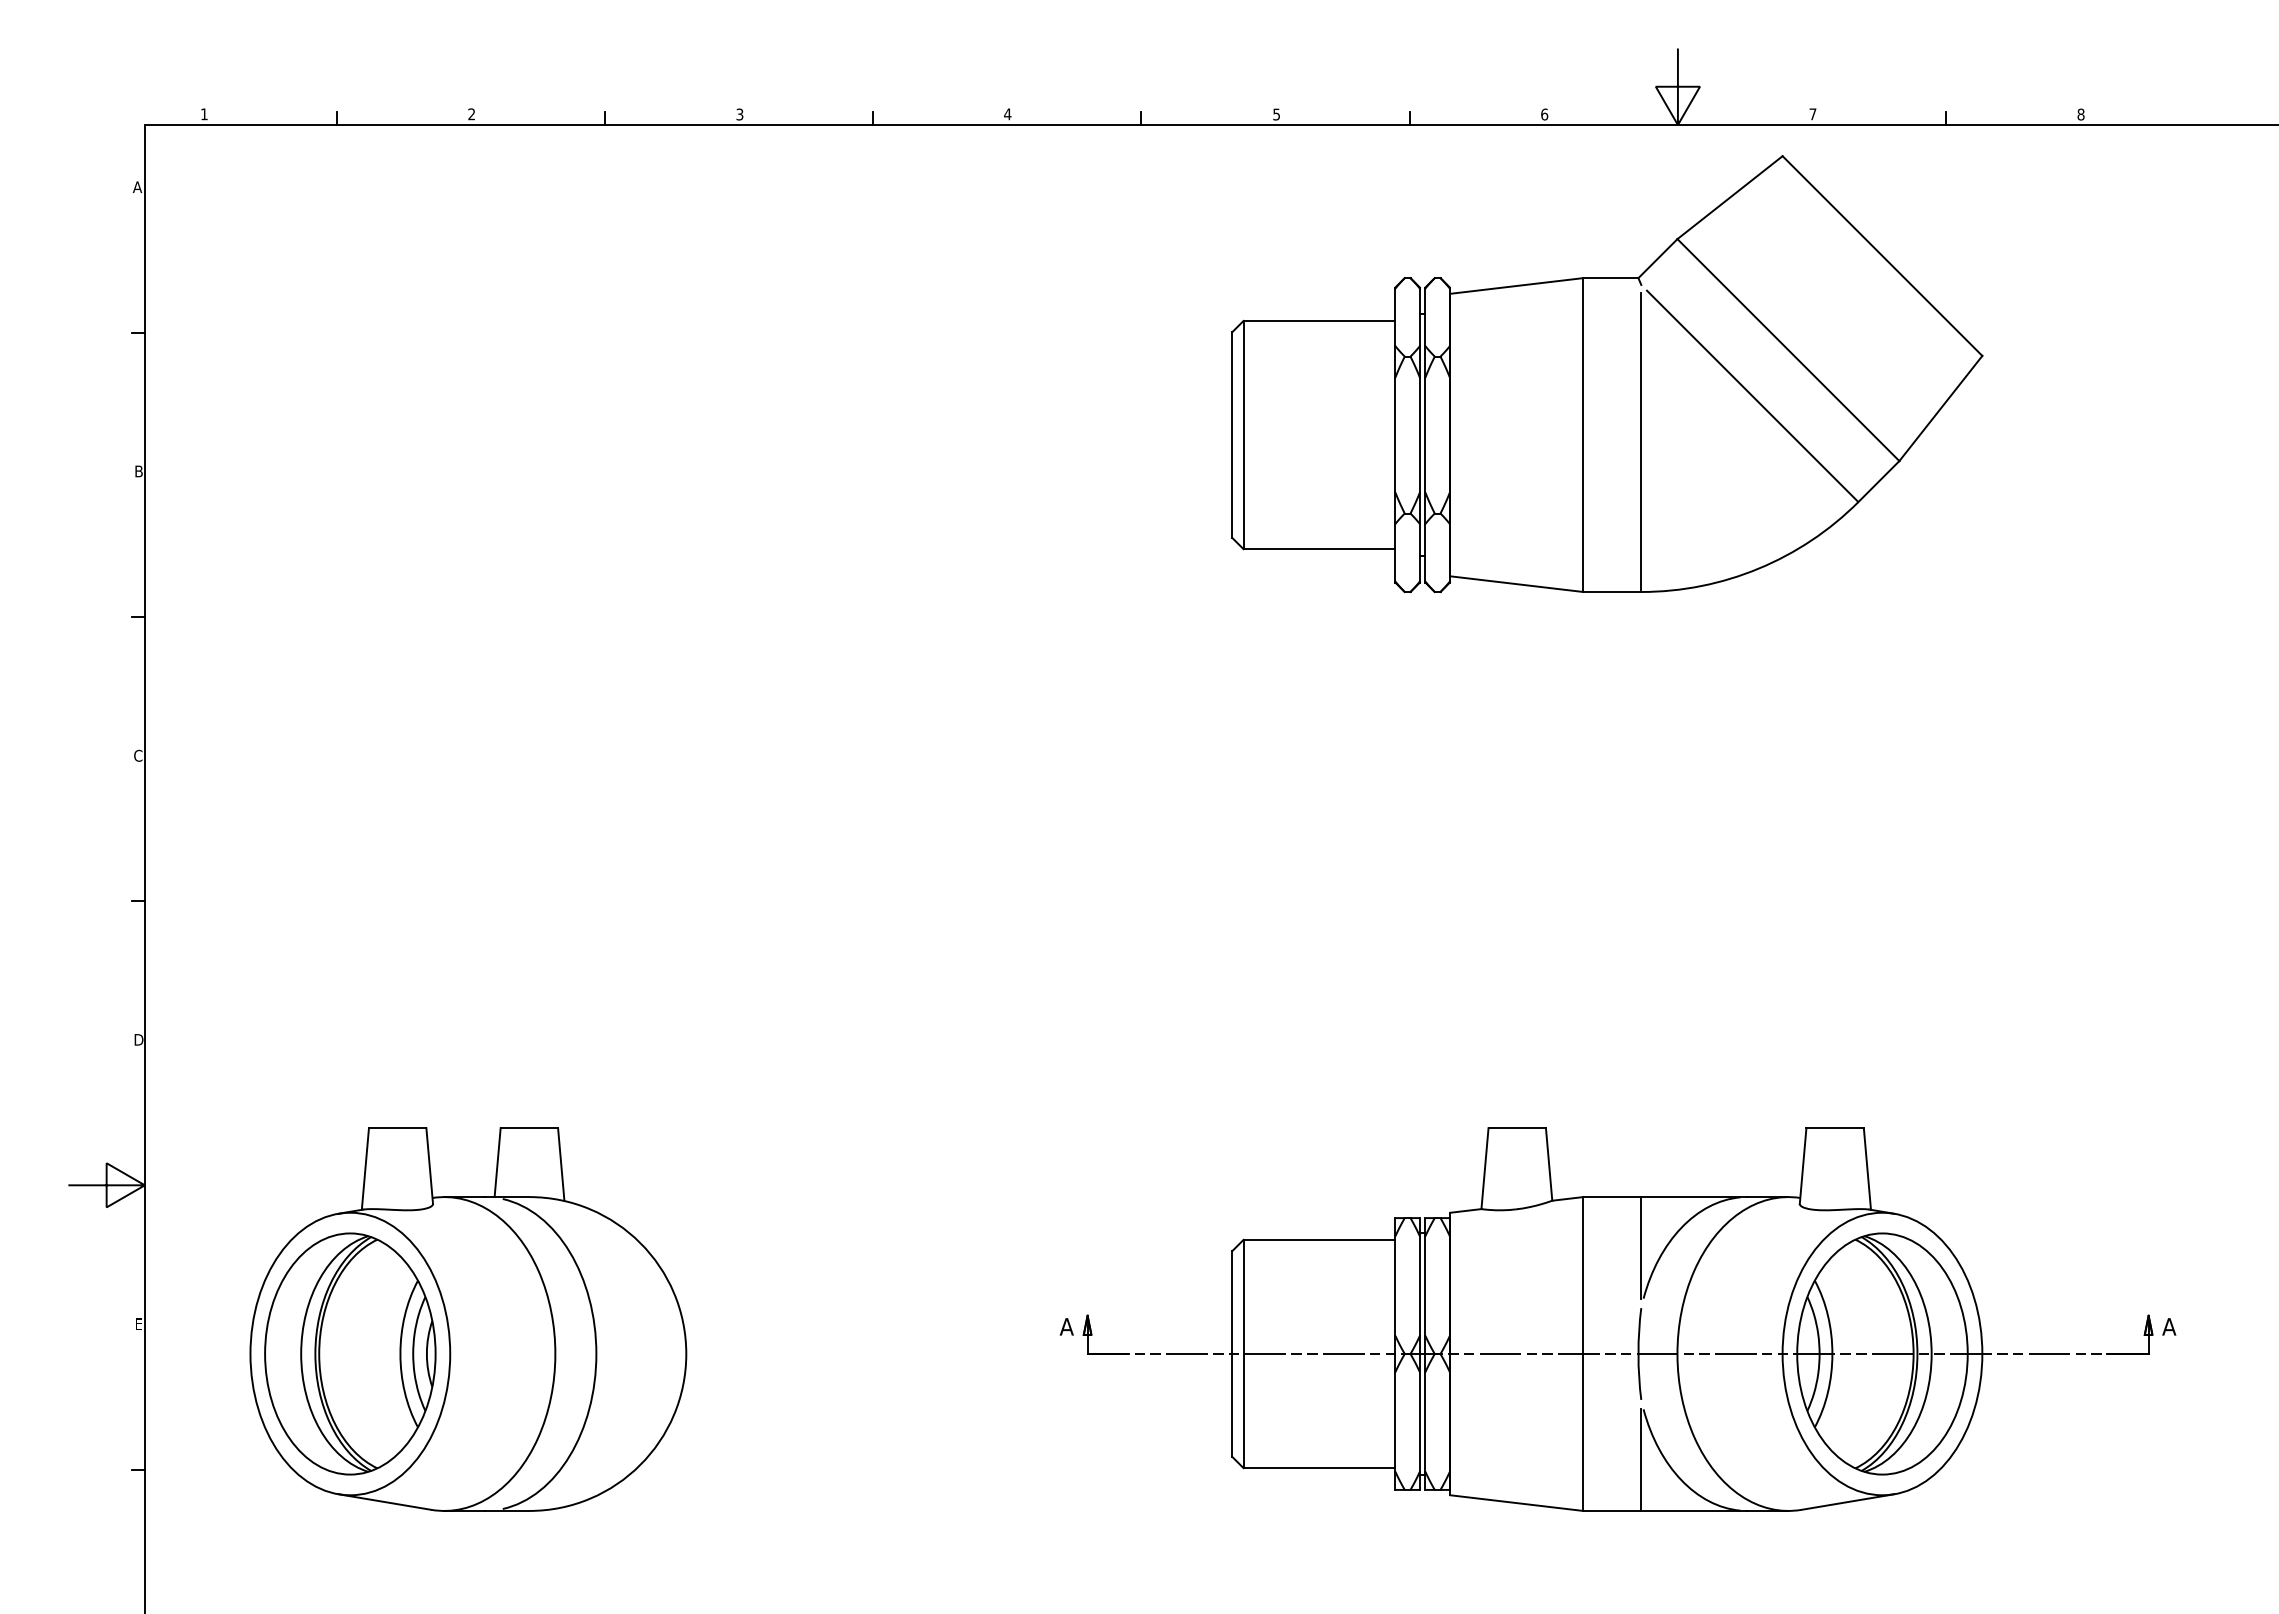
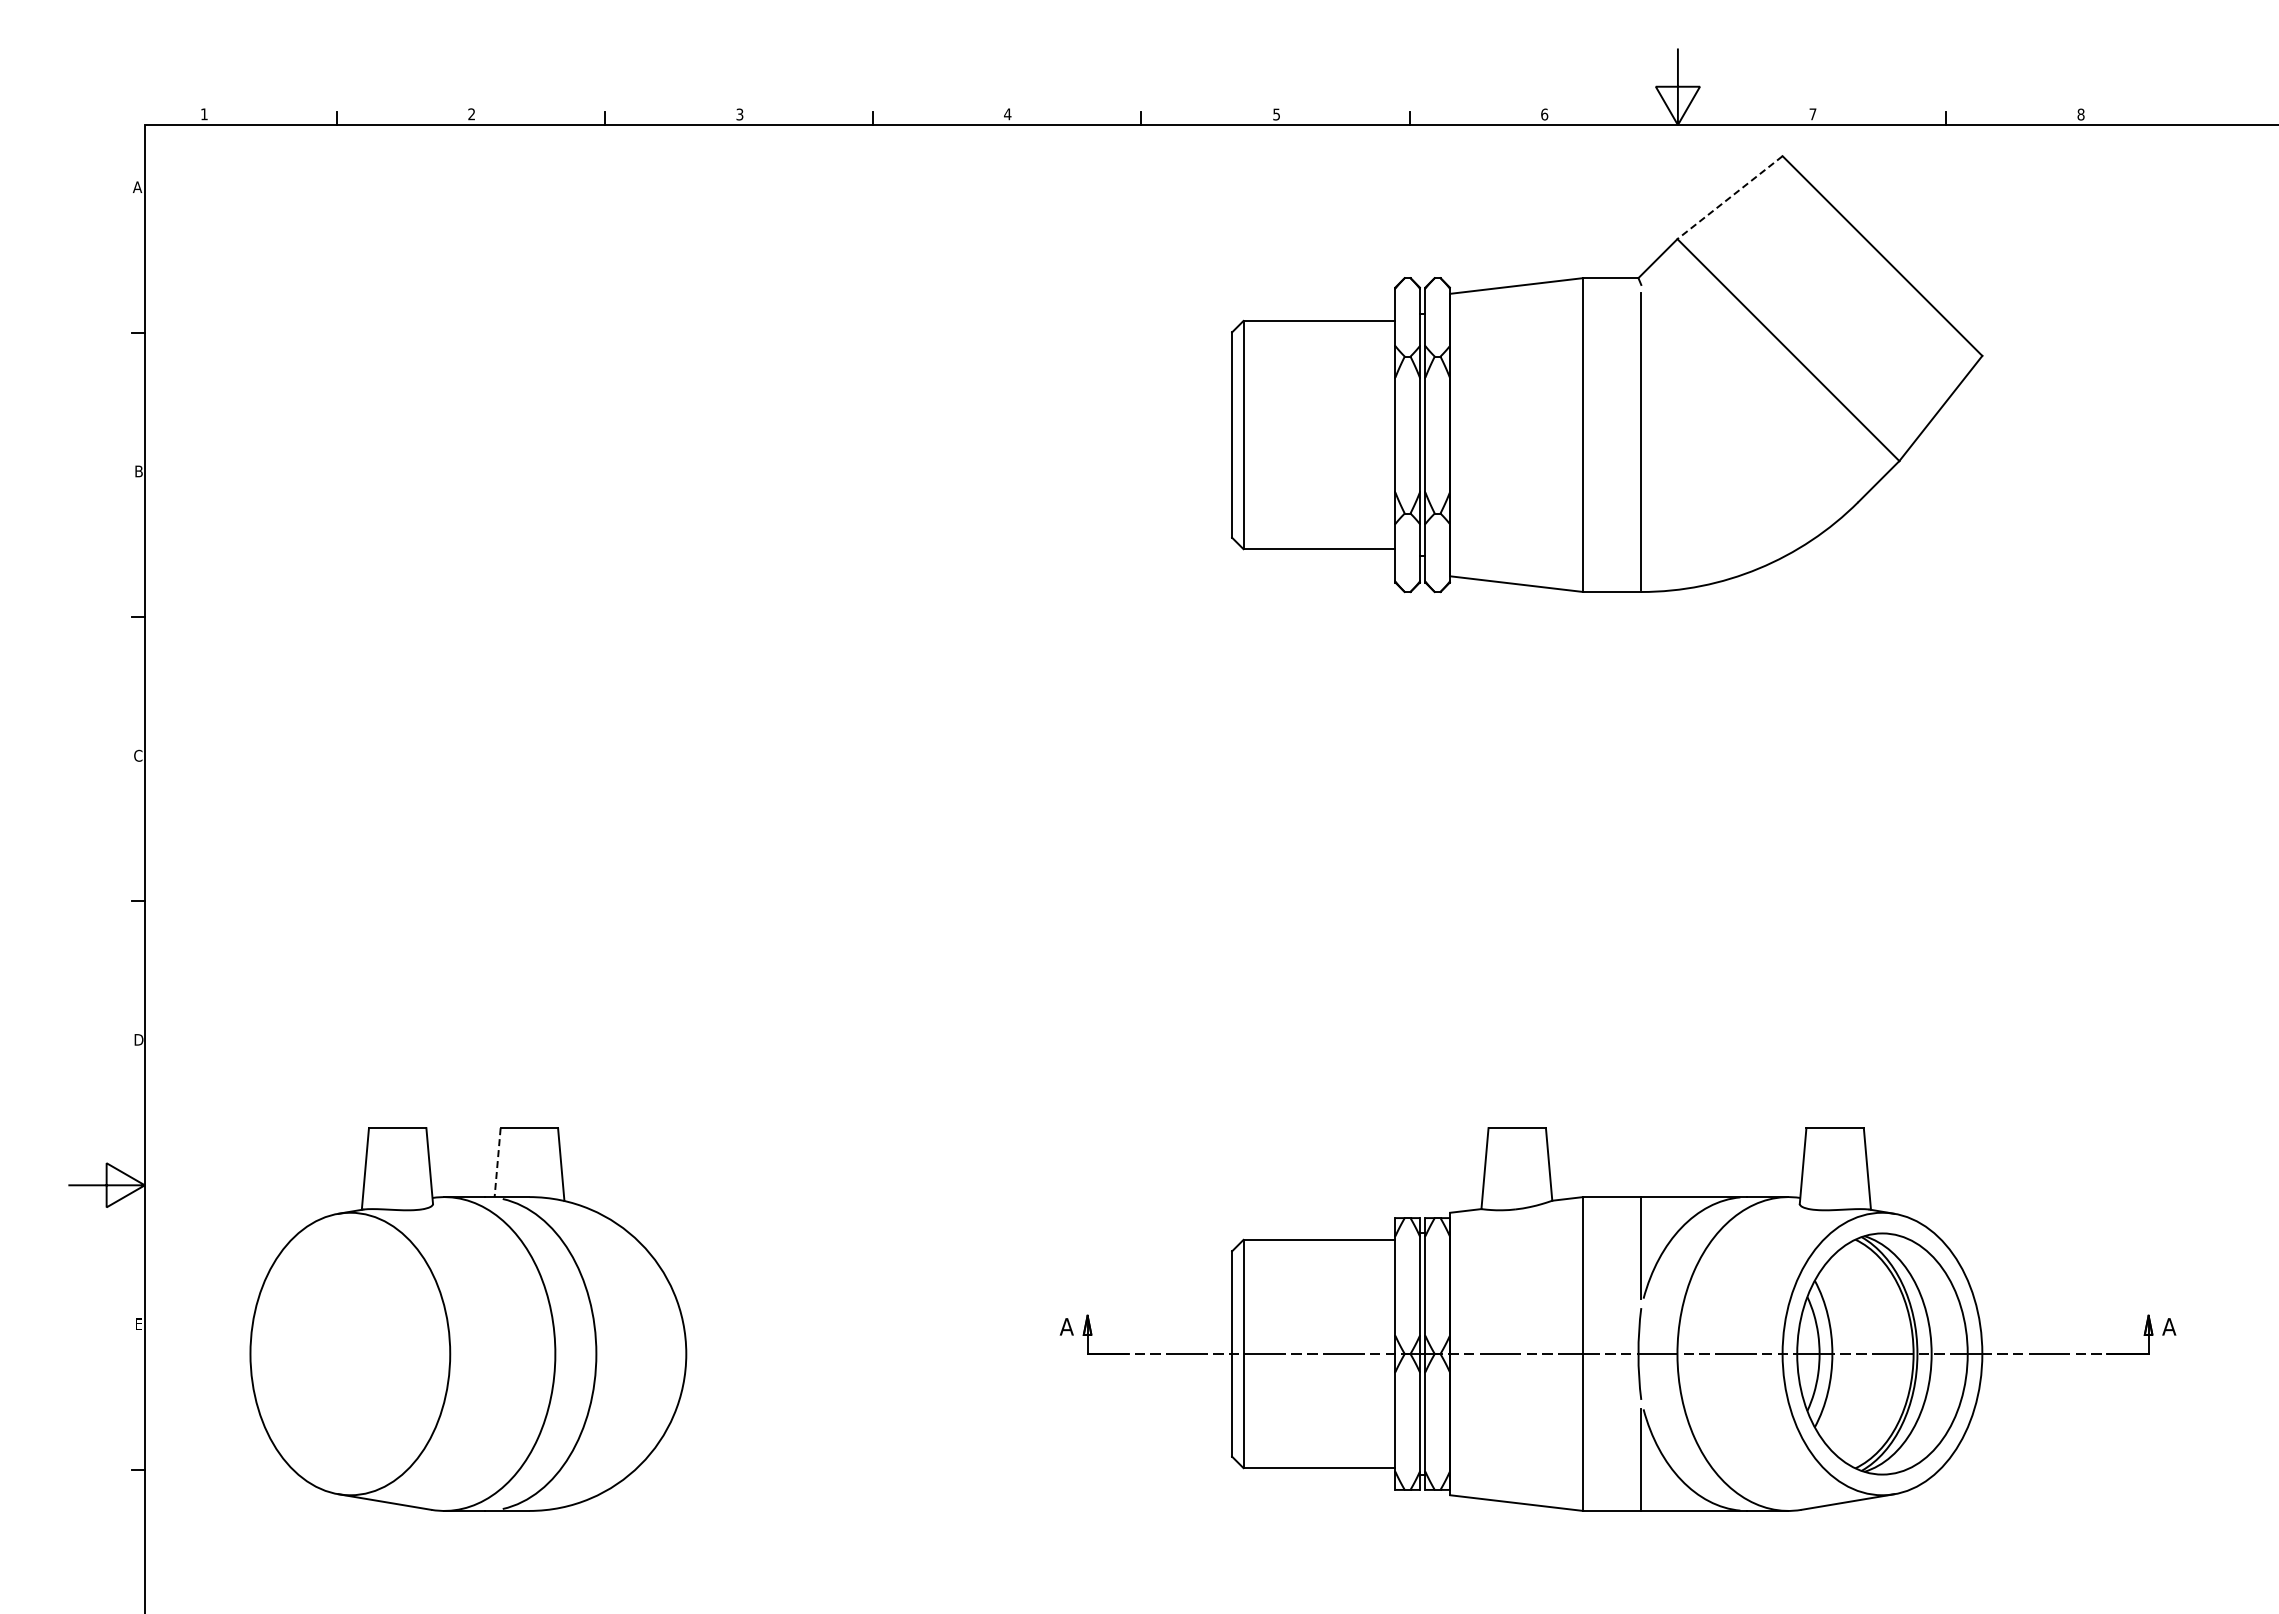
line at (1730, 197): solid -> dashed
line at (1751, 395): present -> none
line at (497, 1162): solid -> dashed
part at (350, 1353): present -> none
